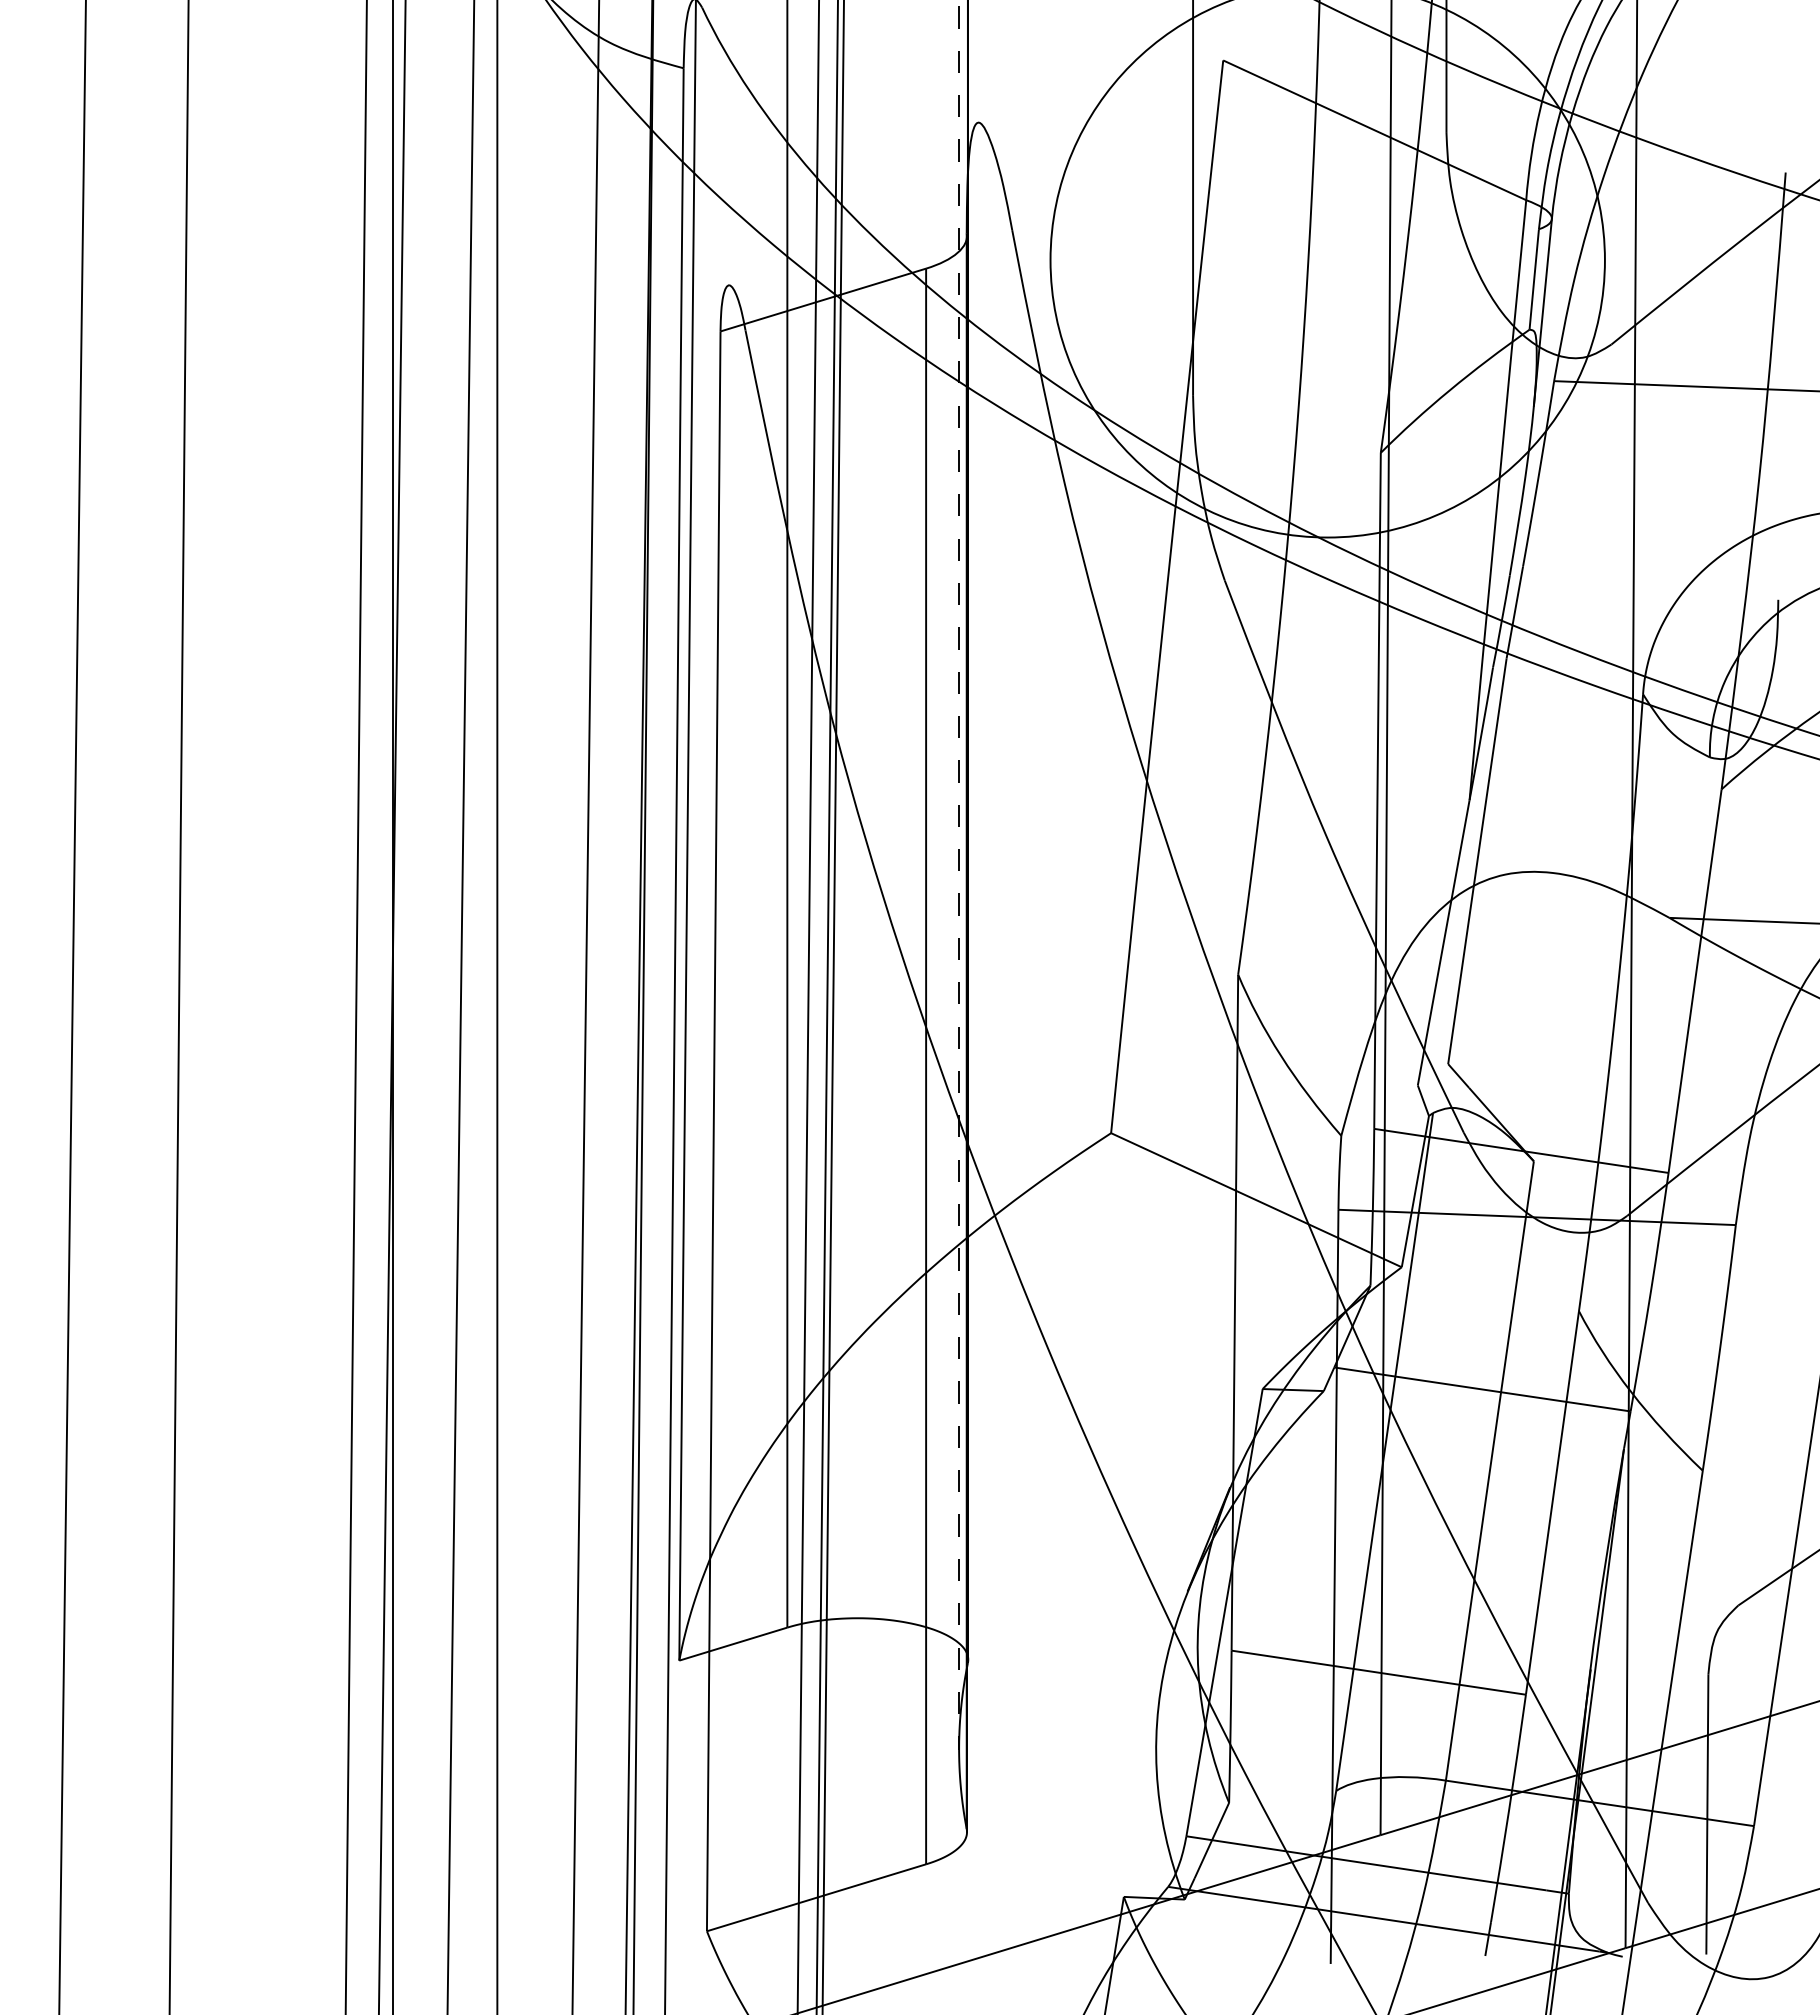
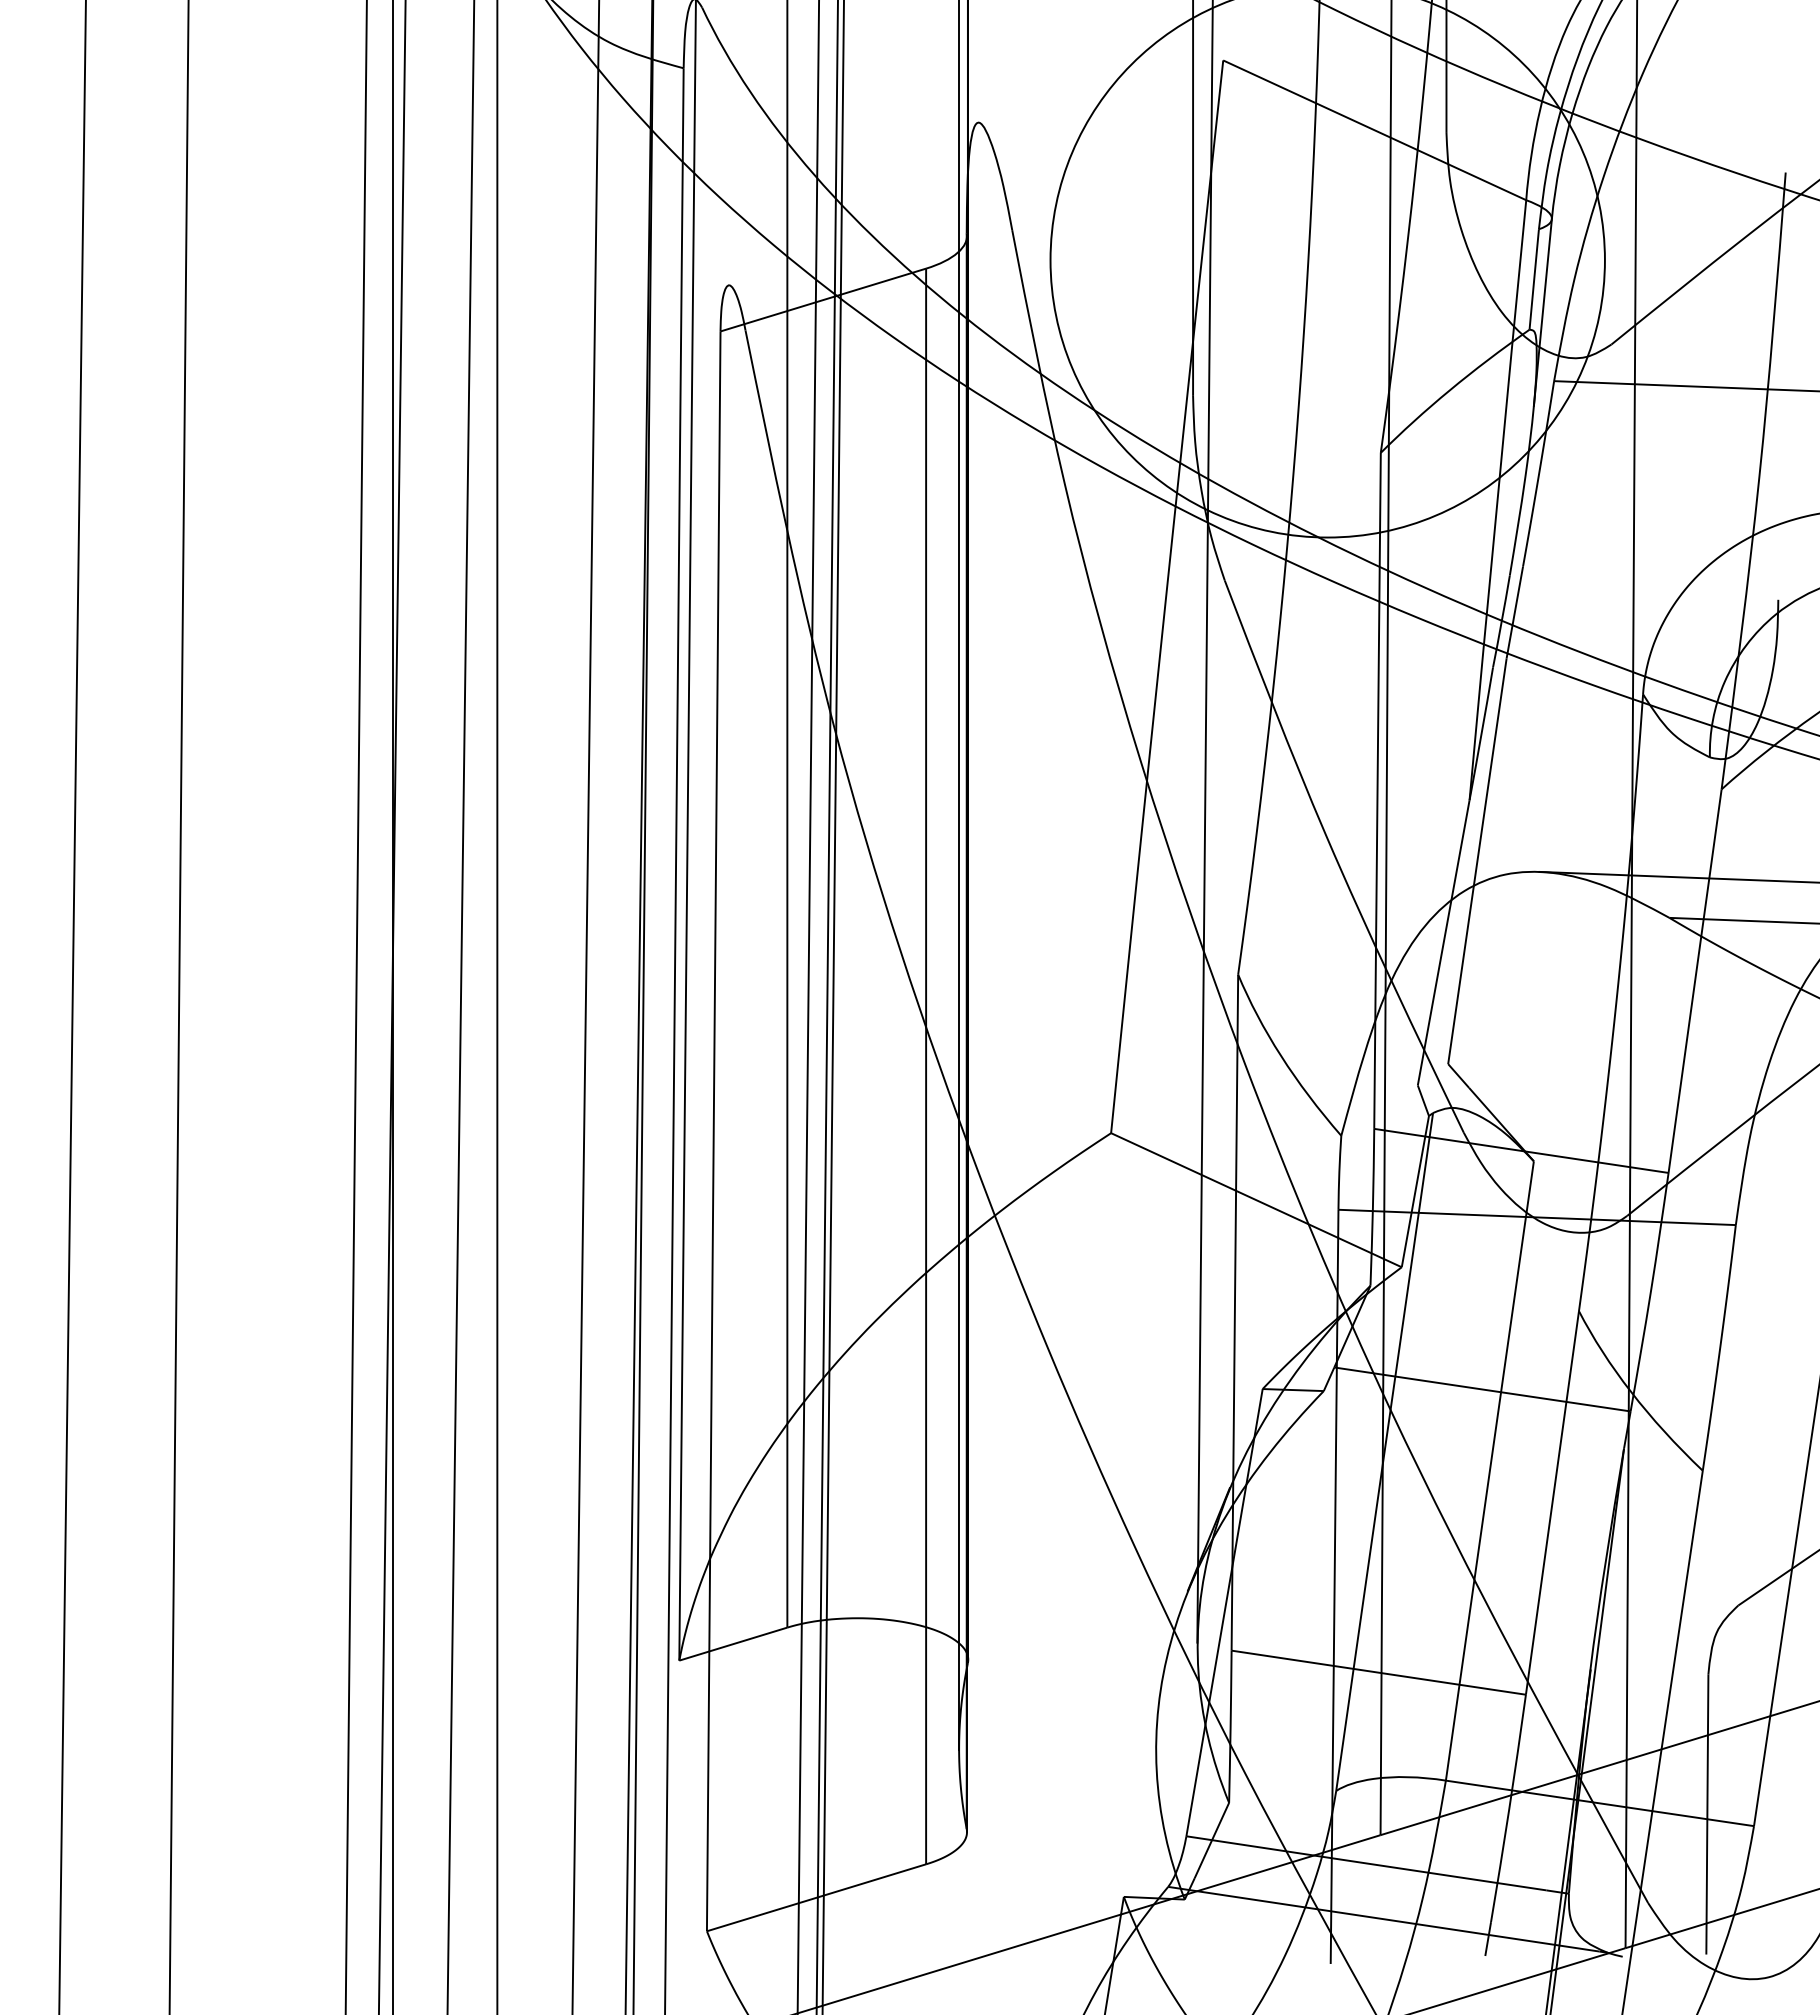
line at (1204, 822): none -> present
line at (959, 874): dashed -> solid
line at (1677, 876): none -> present
